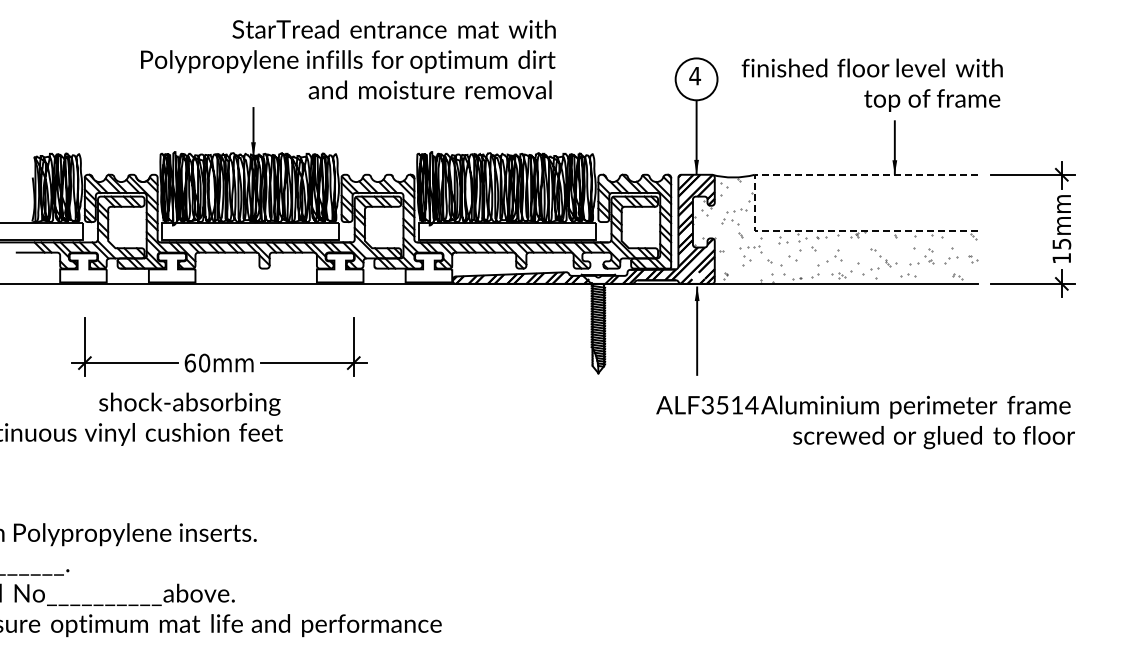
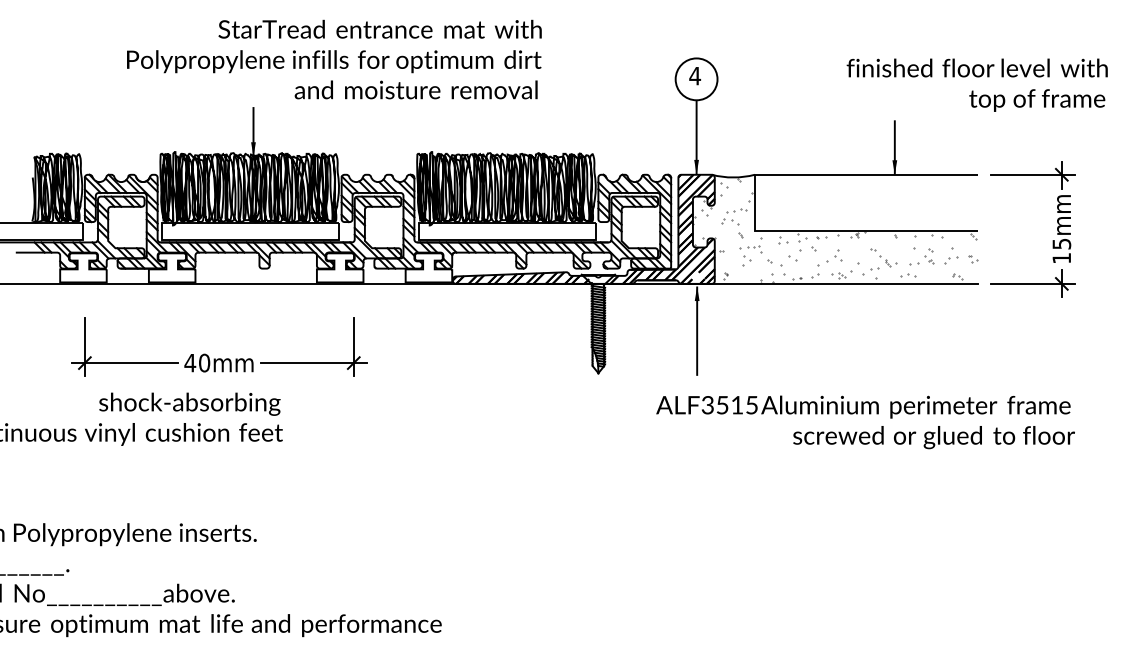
text at (348, 59) position: (348, 59) -> (334, 59)
text at (871, 84) position: (871, 84) -> (976, 84)
line at (754, 202): dashed -> solid
text at (190, 362): 60mm -> 40mm
text at (751, 405): ALF3514 -> ALF3515
